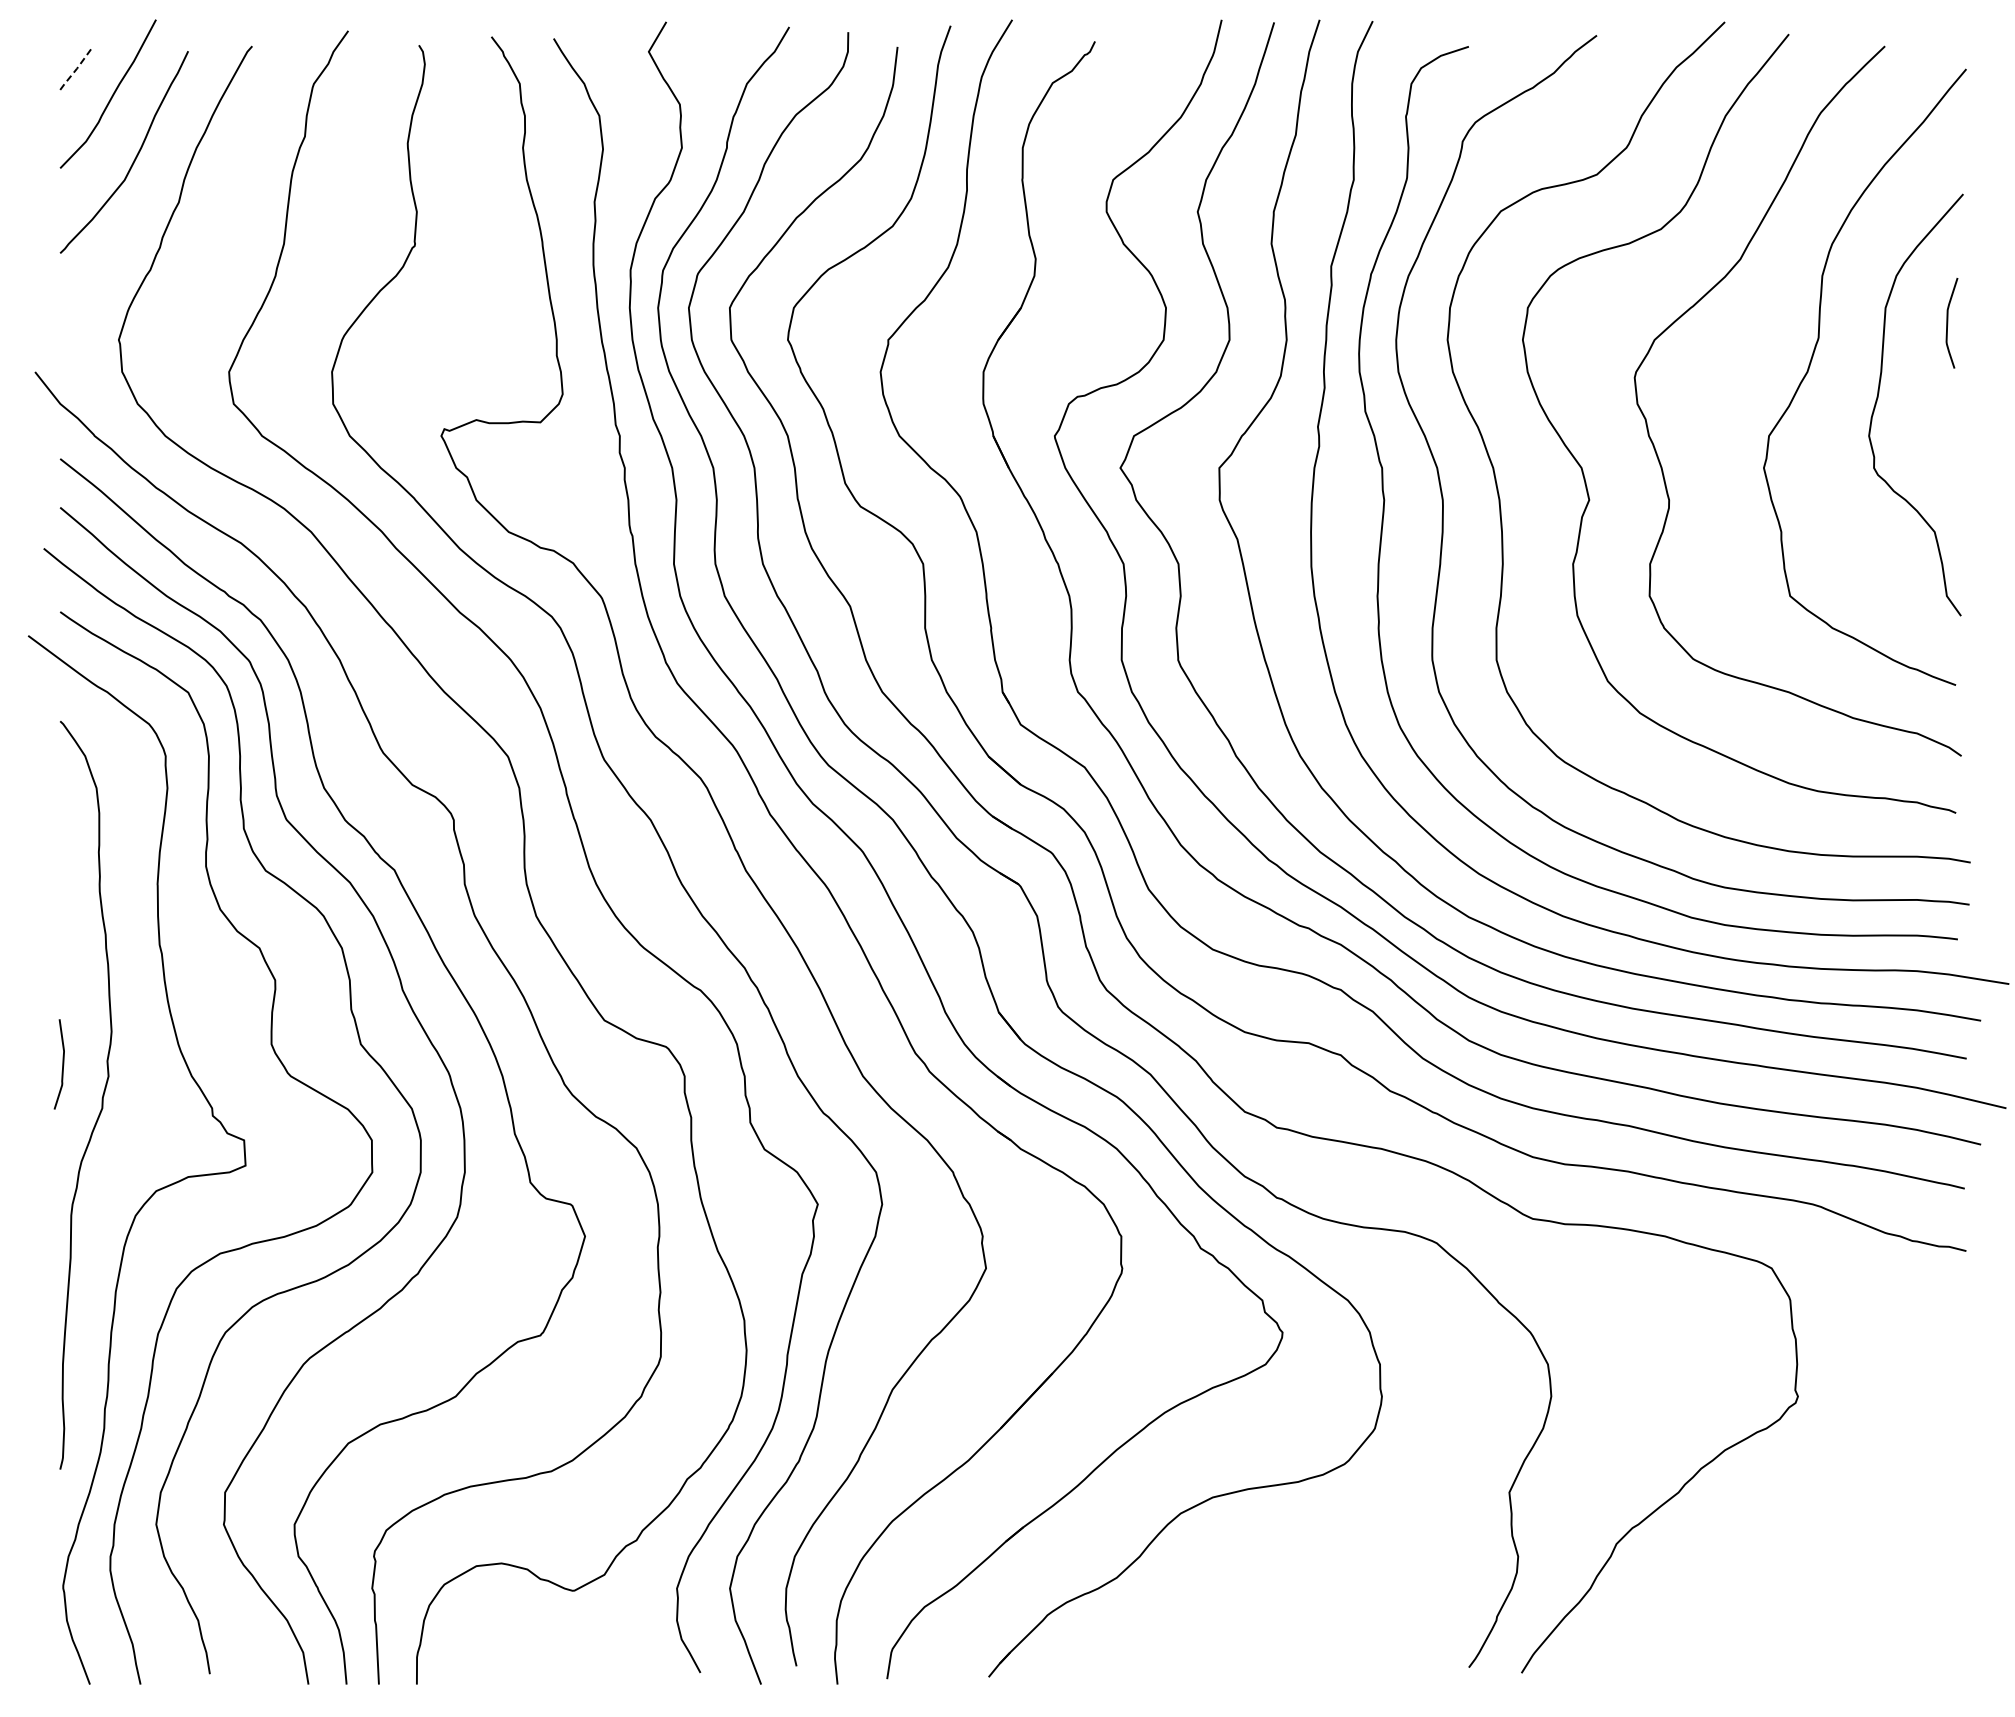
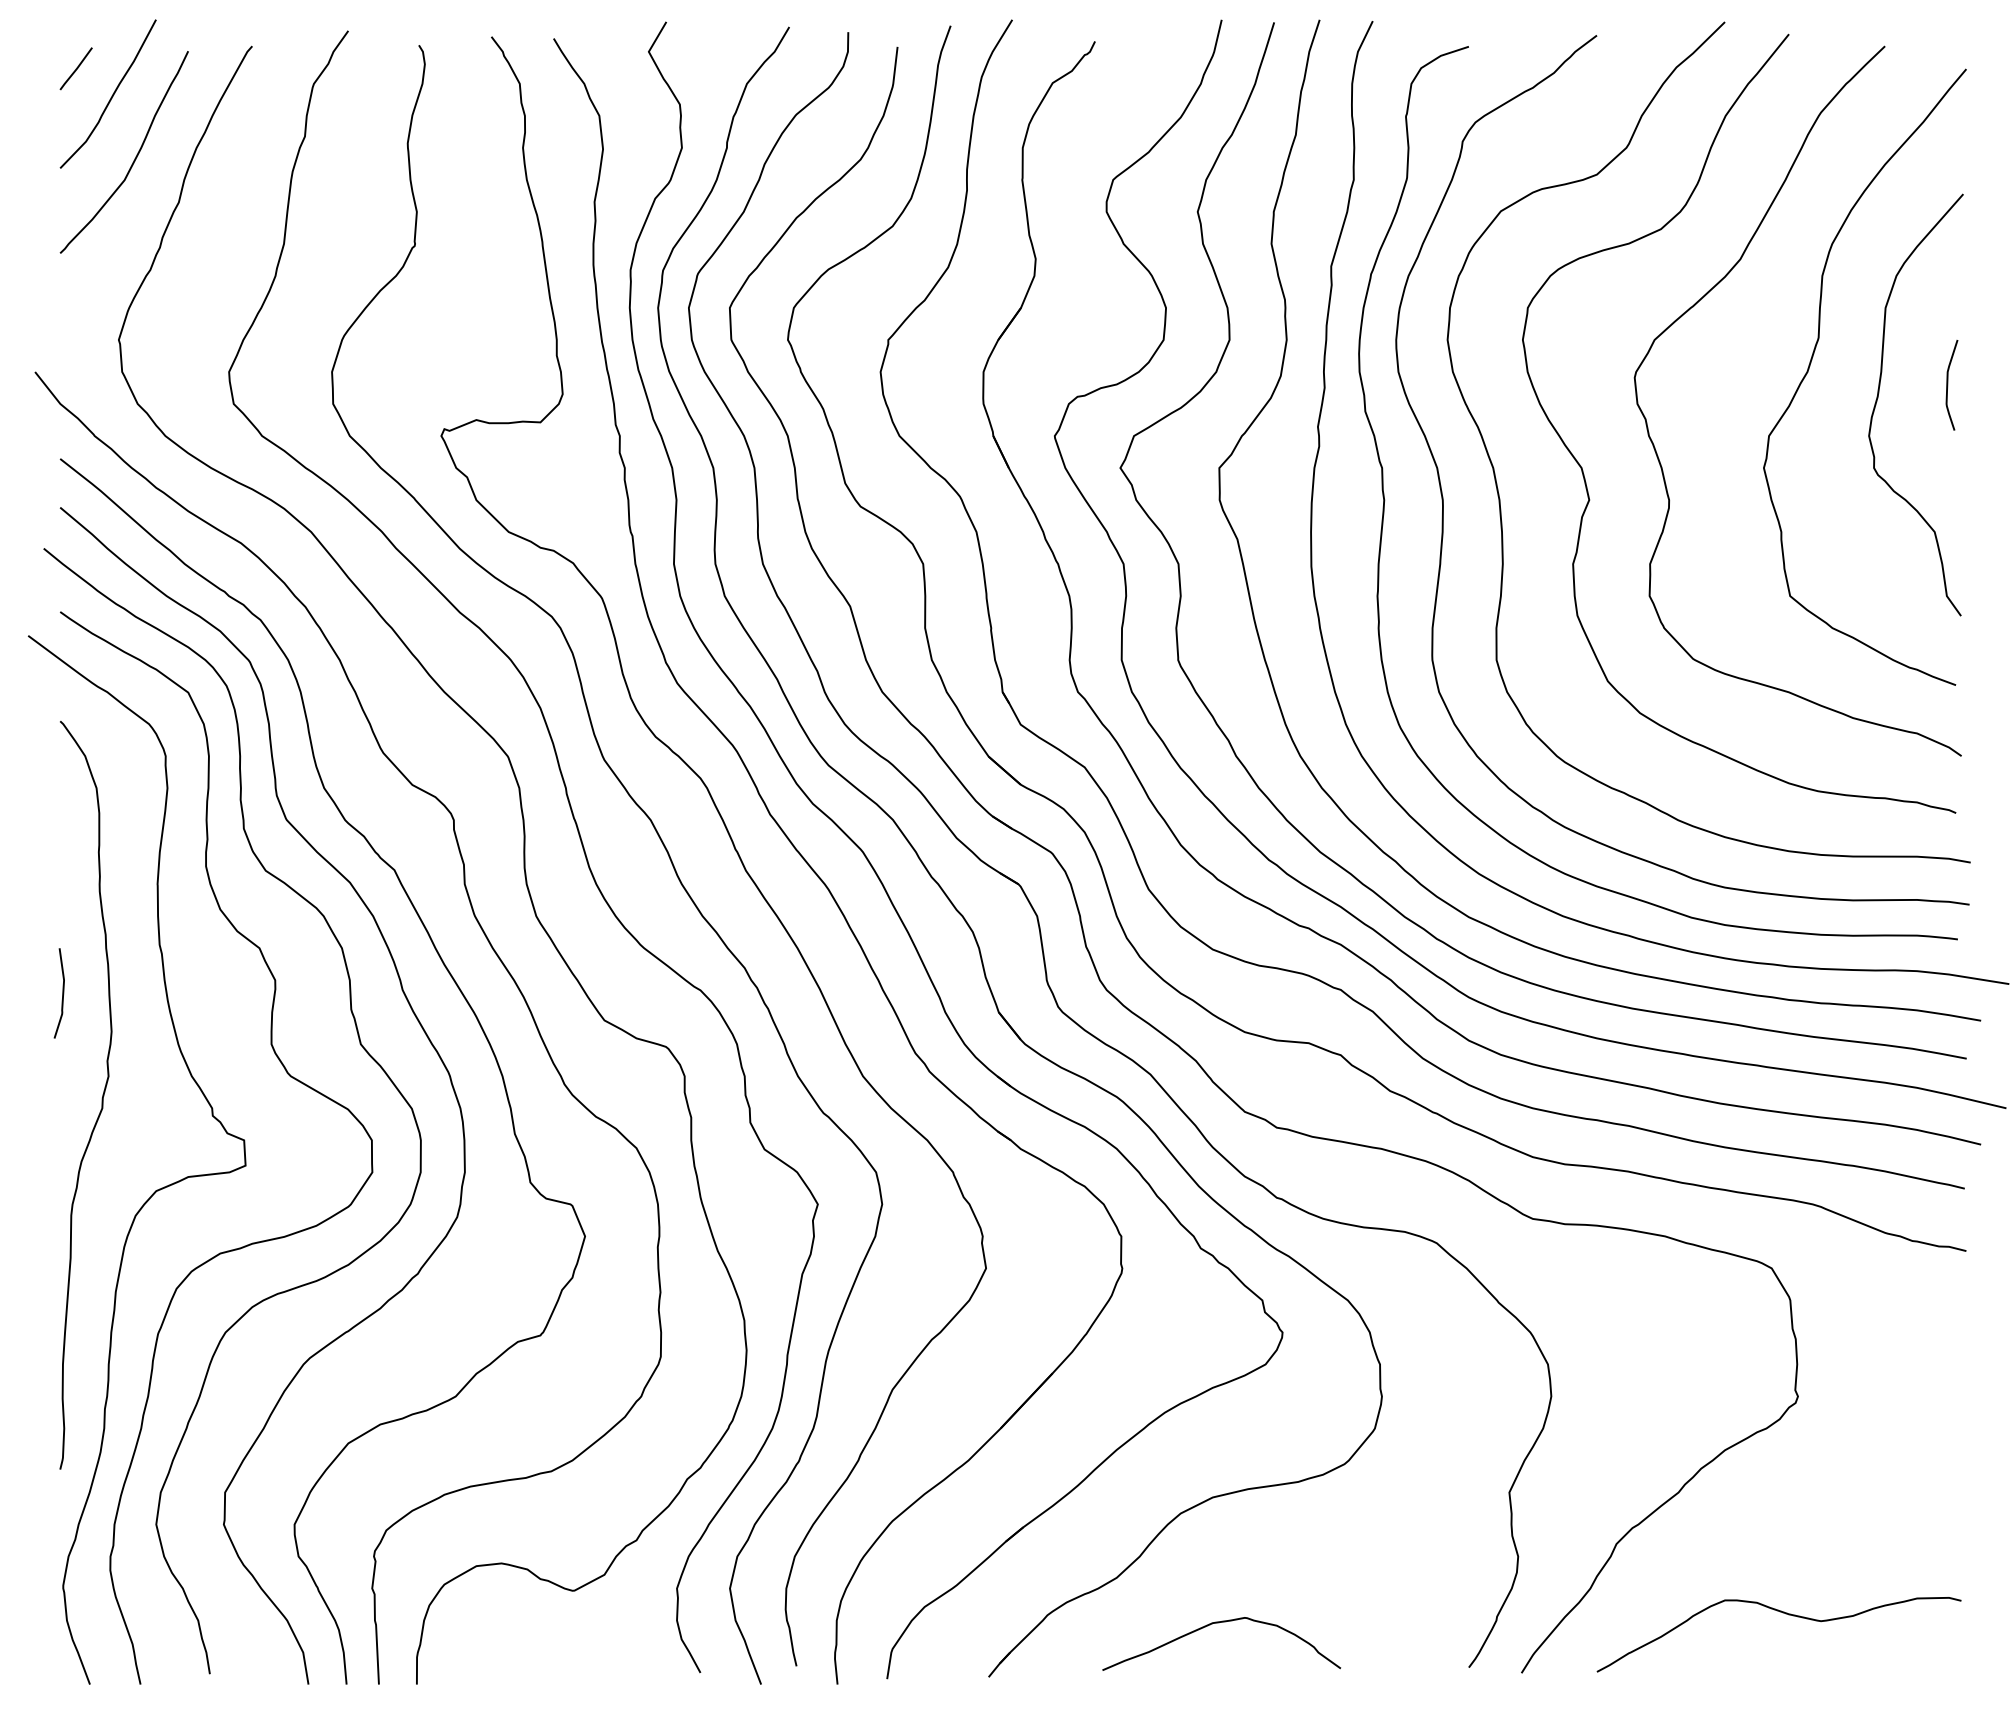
line at (76, 69): dashed -> solid
curve at (1948, 323) position: (1948, 323) -> (1948, 385)
curve at (62, 1064) position: (62, 1064) -> (62, 993)
curve at (1785, 1614): none -> present
curve at (1219, 1623): none -> present
